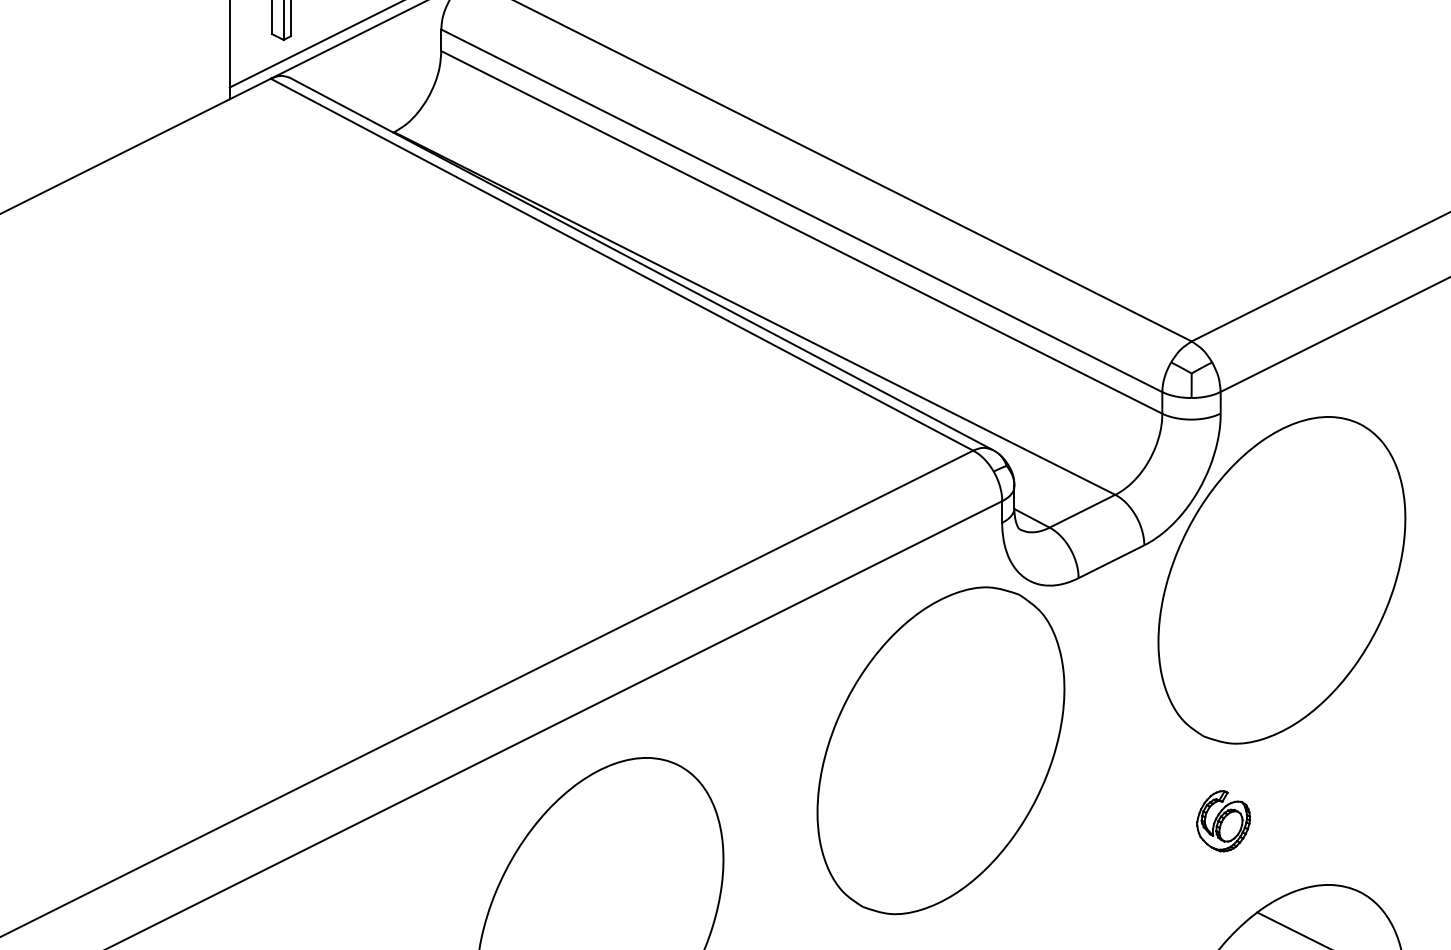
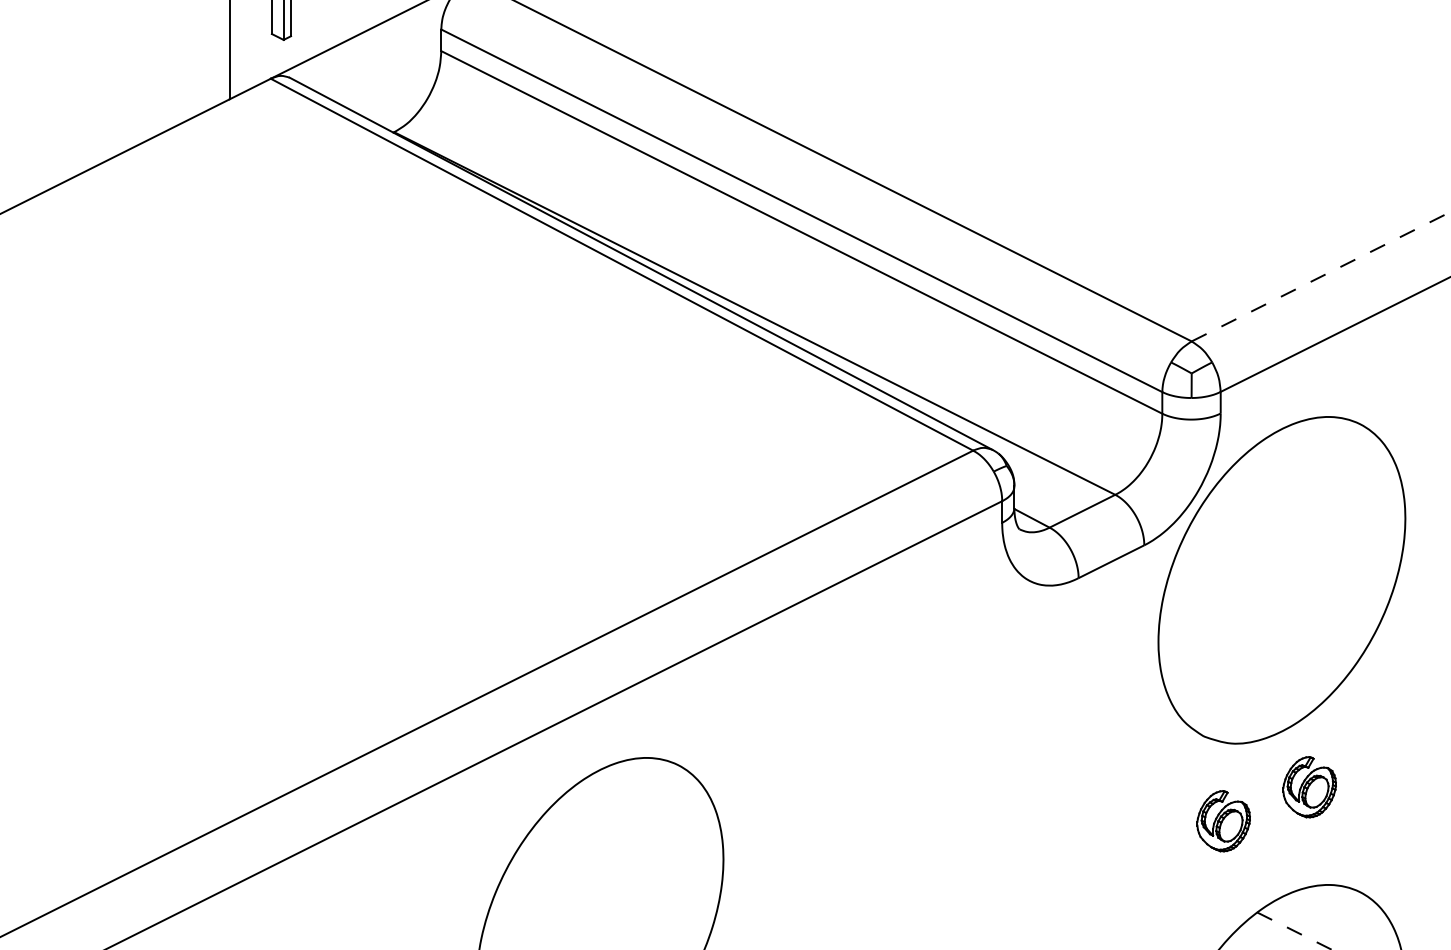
line at (314, 44): present -> none
line at (1321, 276): solid -> dashed
part at (940, 750): present -> none
part at (1309, 787): none -> present
line at (1294, 931): solid -> dashed
